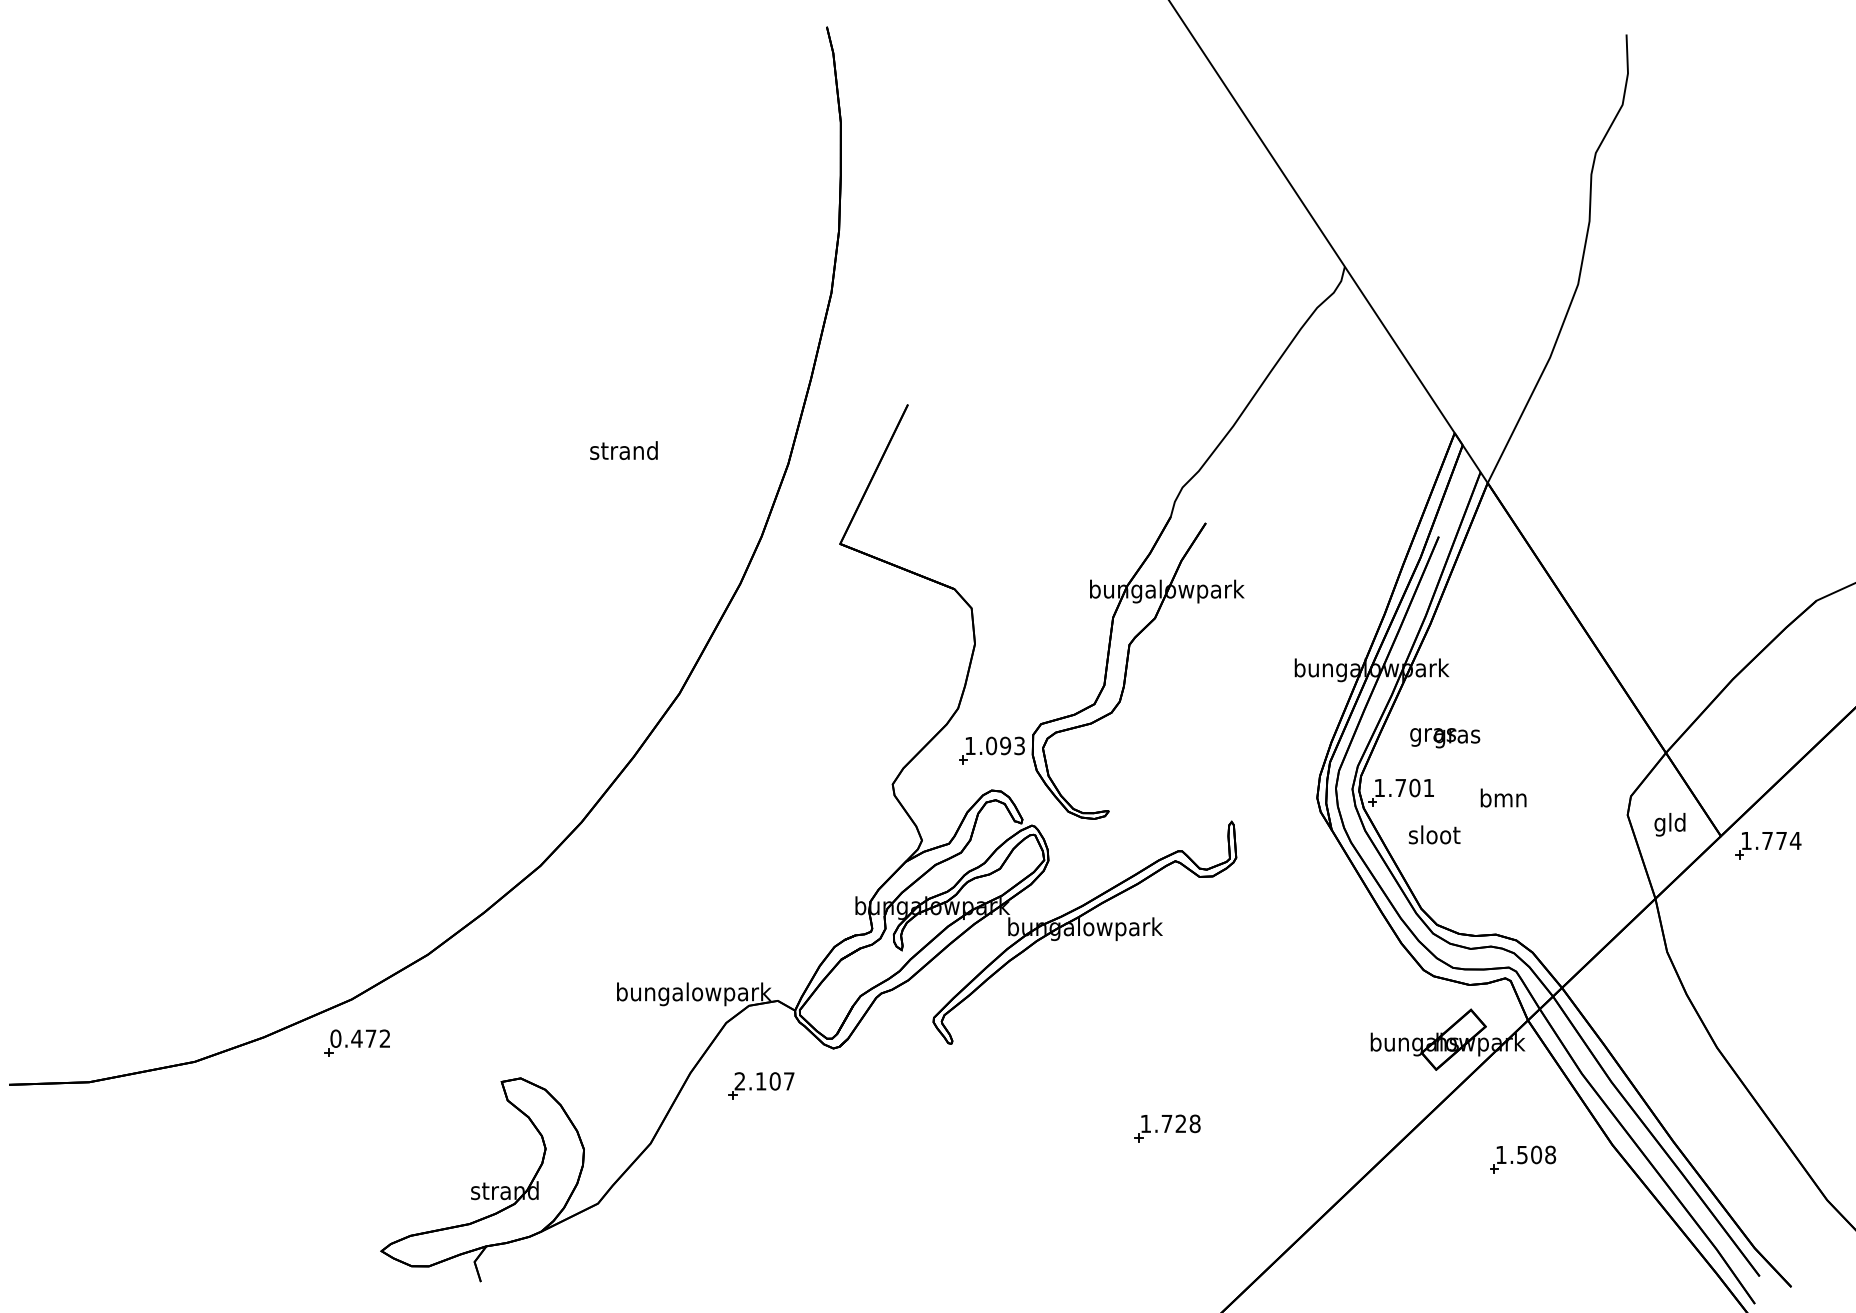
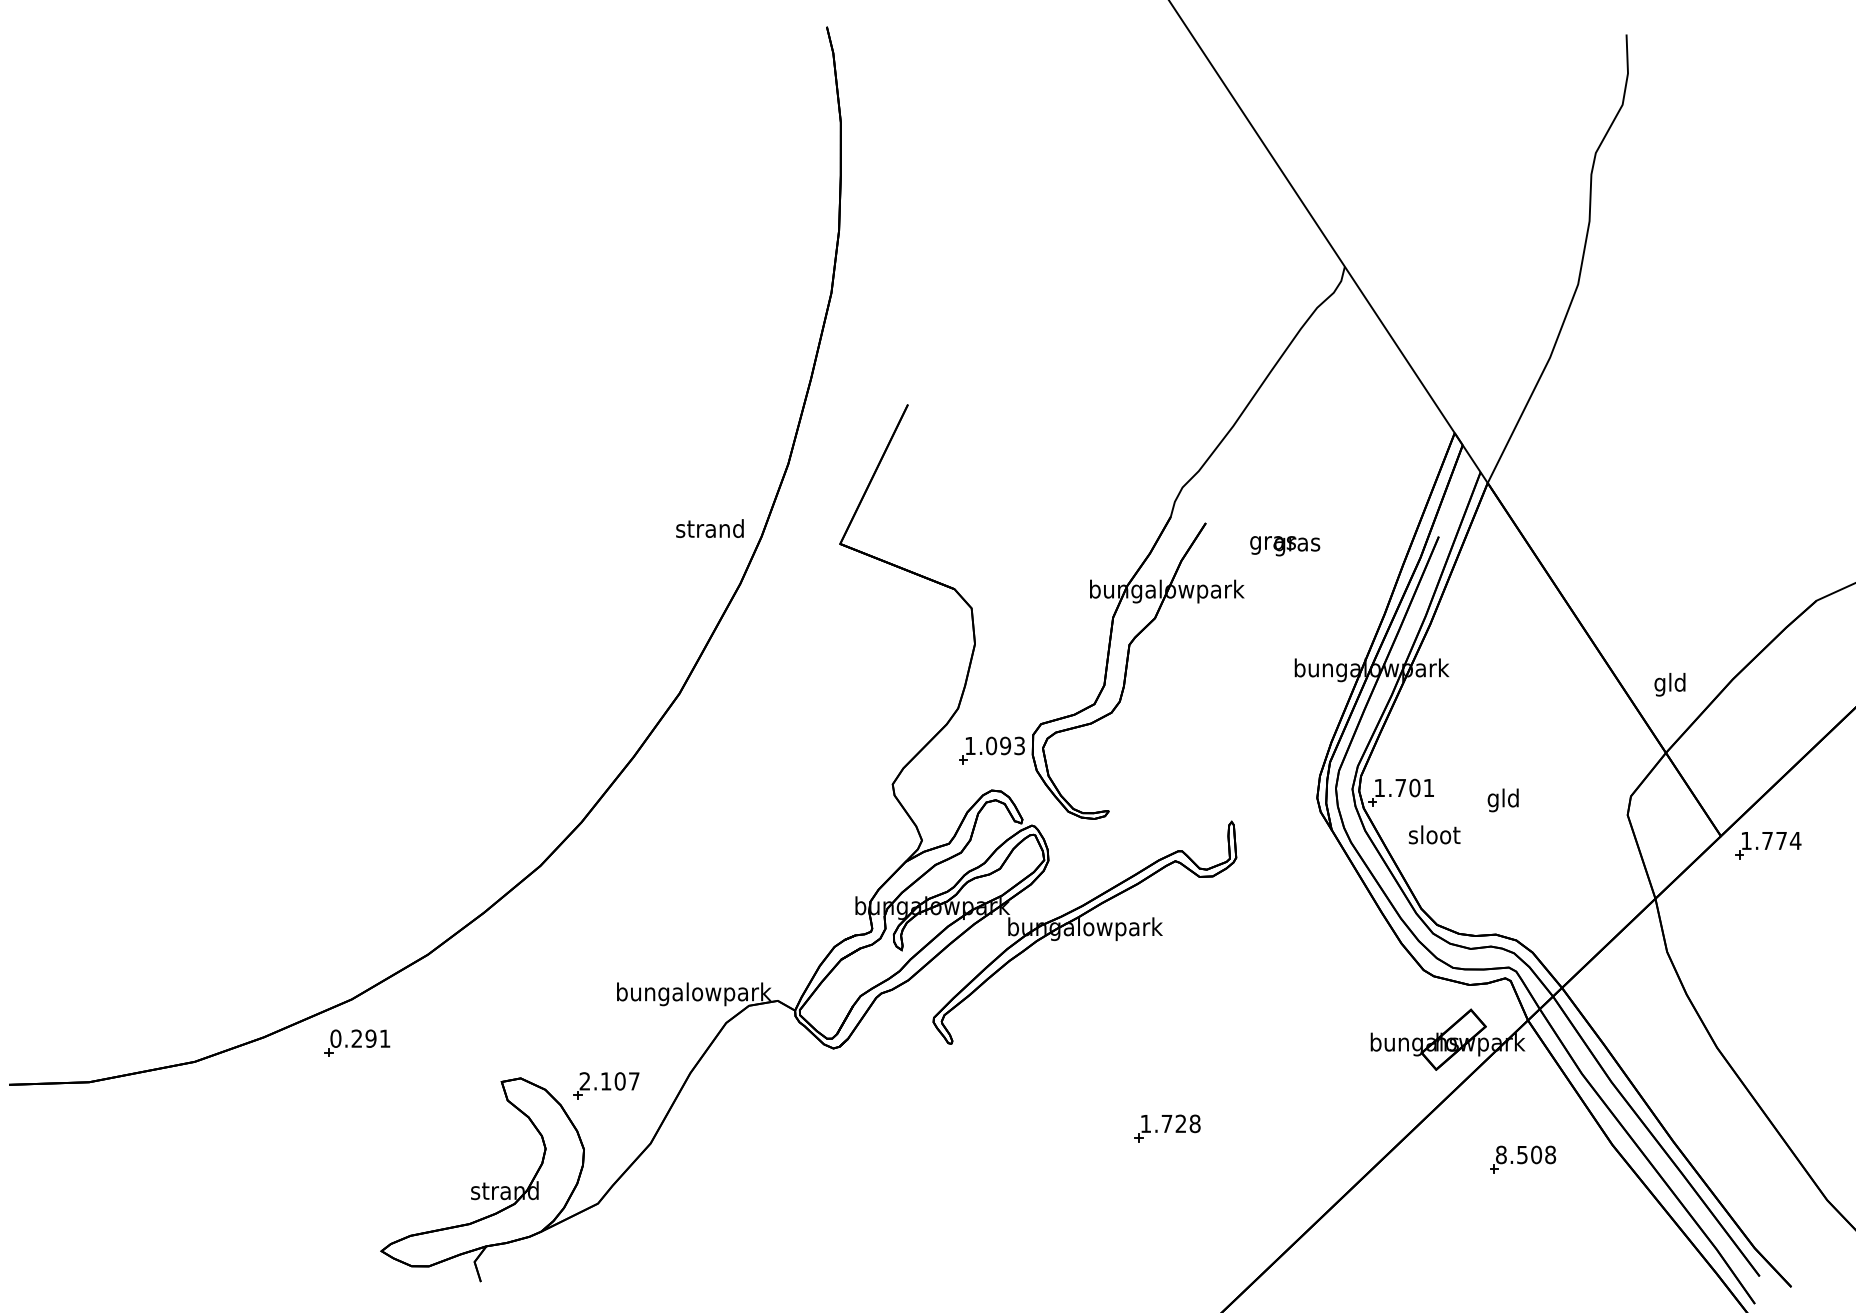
text at (623, 450) position: (623, 450) -> (709, 528)
text at (1445, 738) position: (1445, 738) -> (1285, 546)
text at (1503, 800): bmn -> gld
text at (1669, 824) position: (1669, 824) -> (1669, 684)
text at (370, 1038): 0.472 -> 0.291
part at (761, 1085) position: (761, 1085) -> (606, 1085)
text at (1501, 1154): 1.508 -> 8.508
